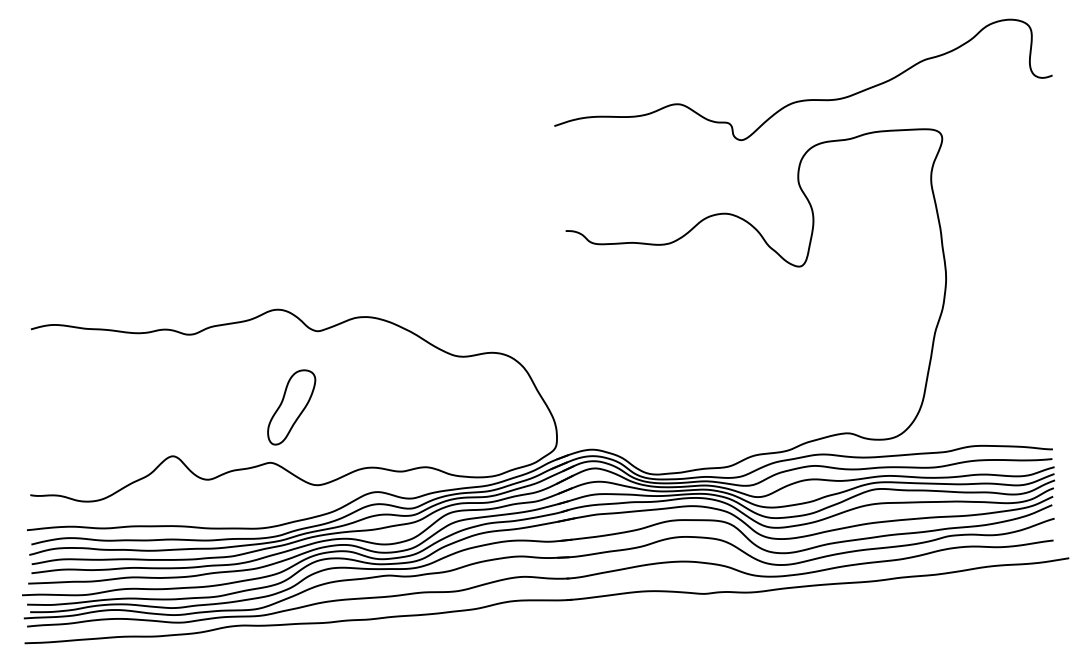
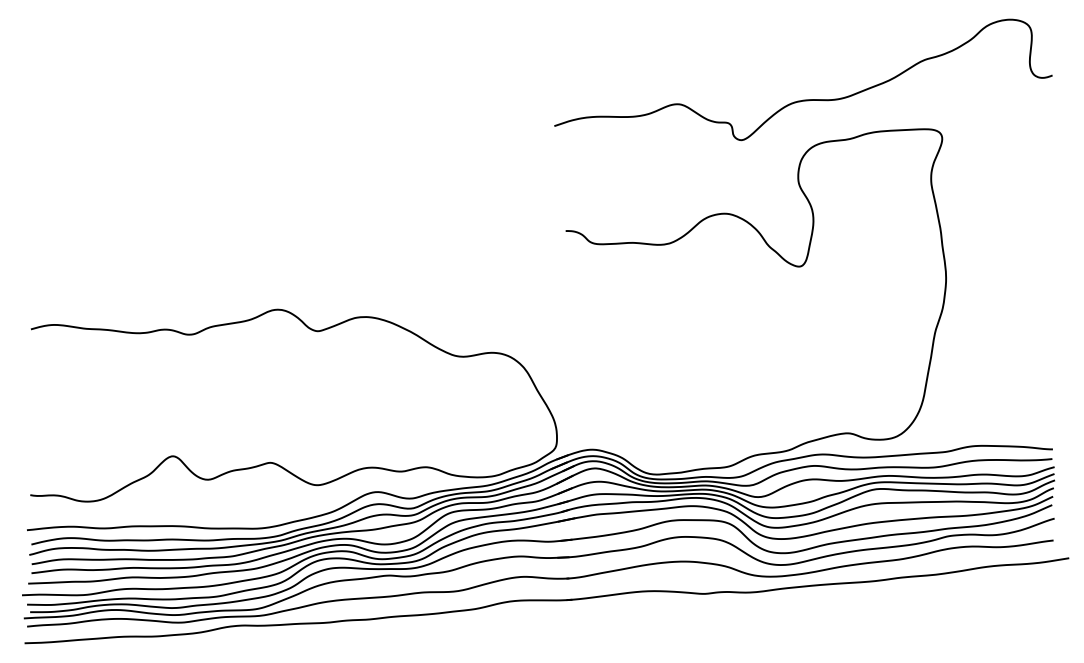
part at (291, 407): present -> none
